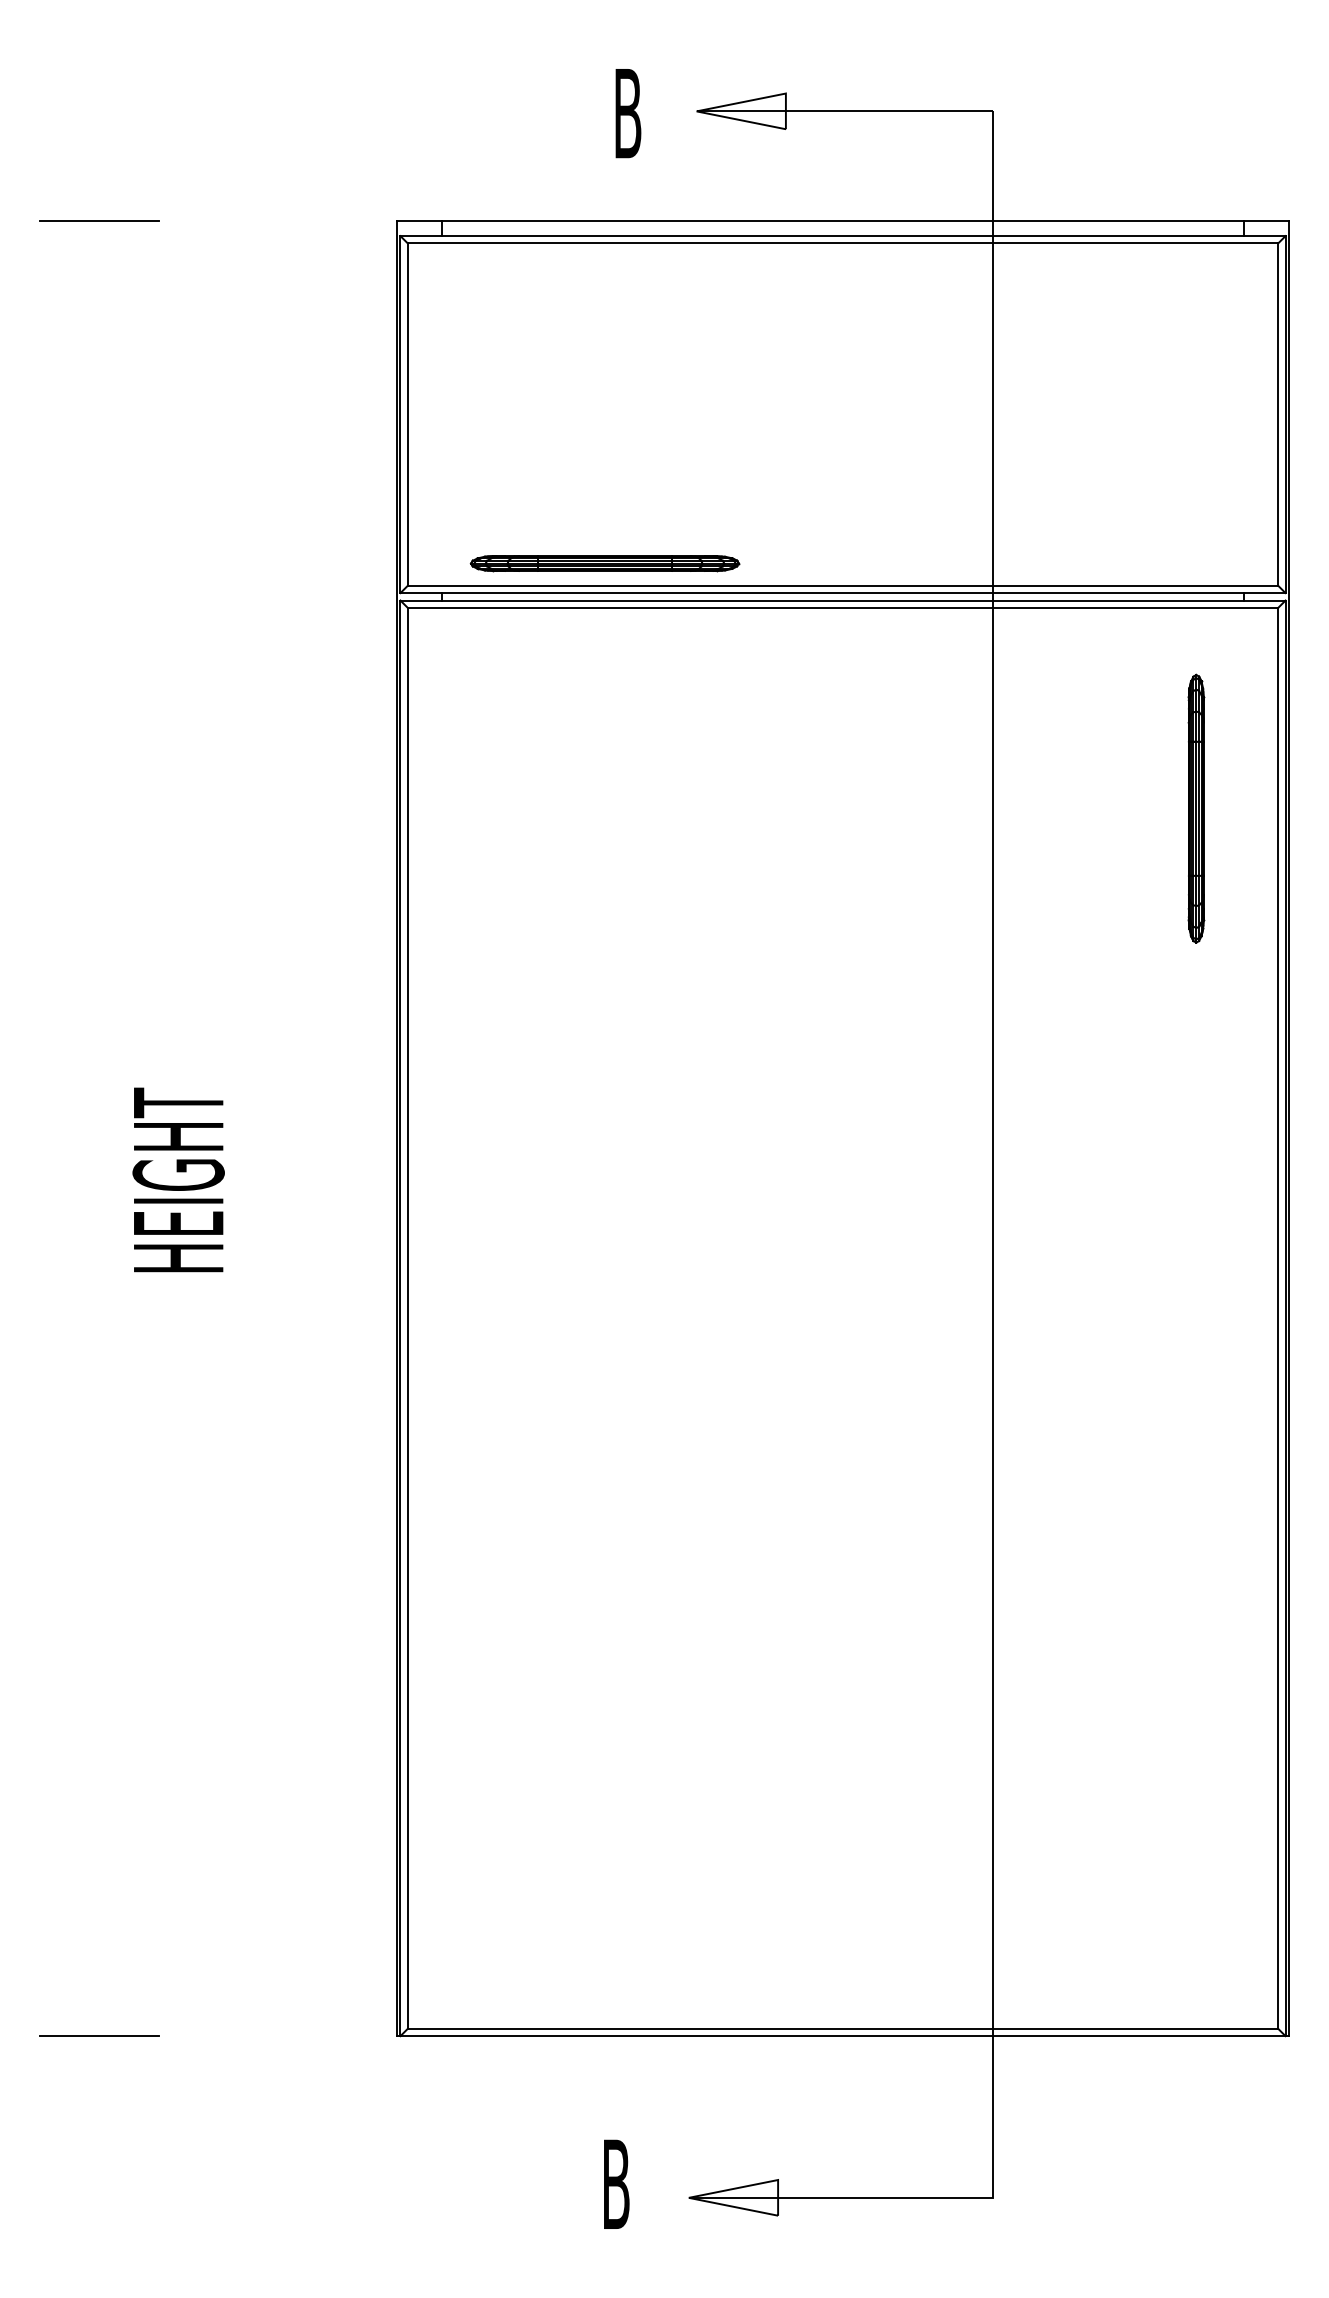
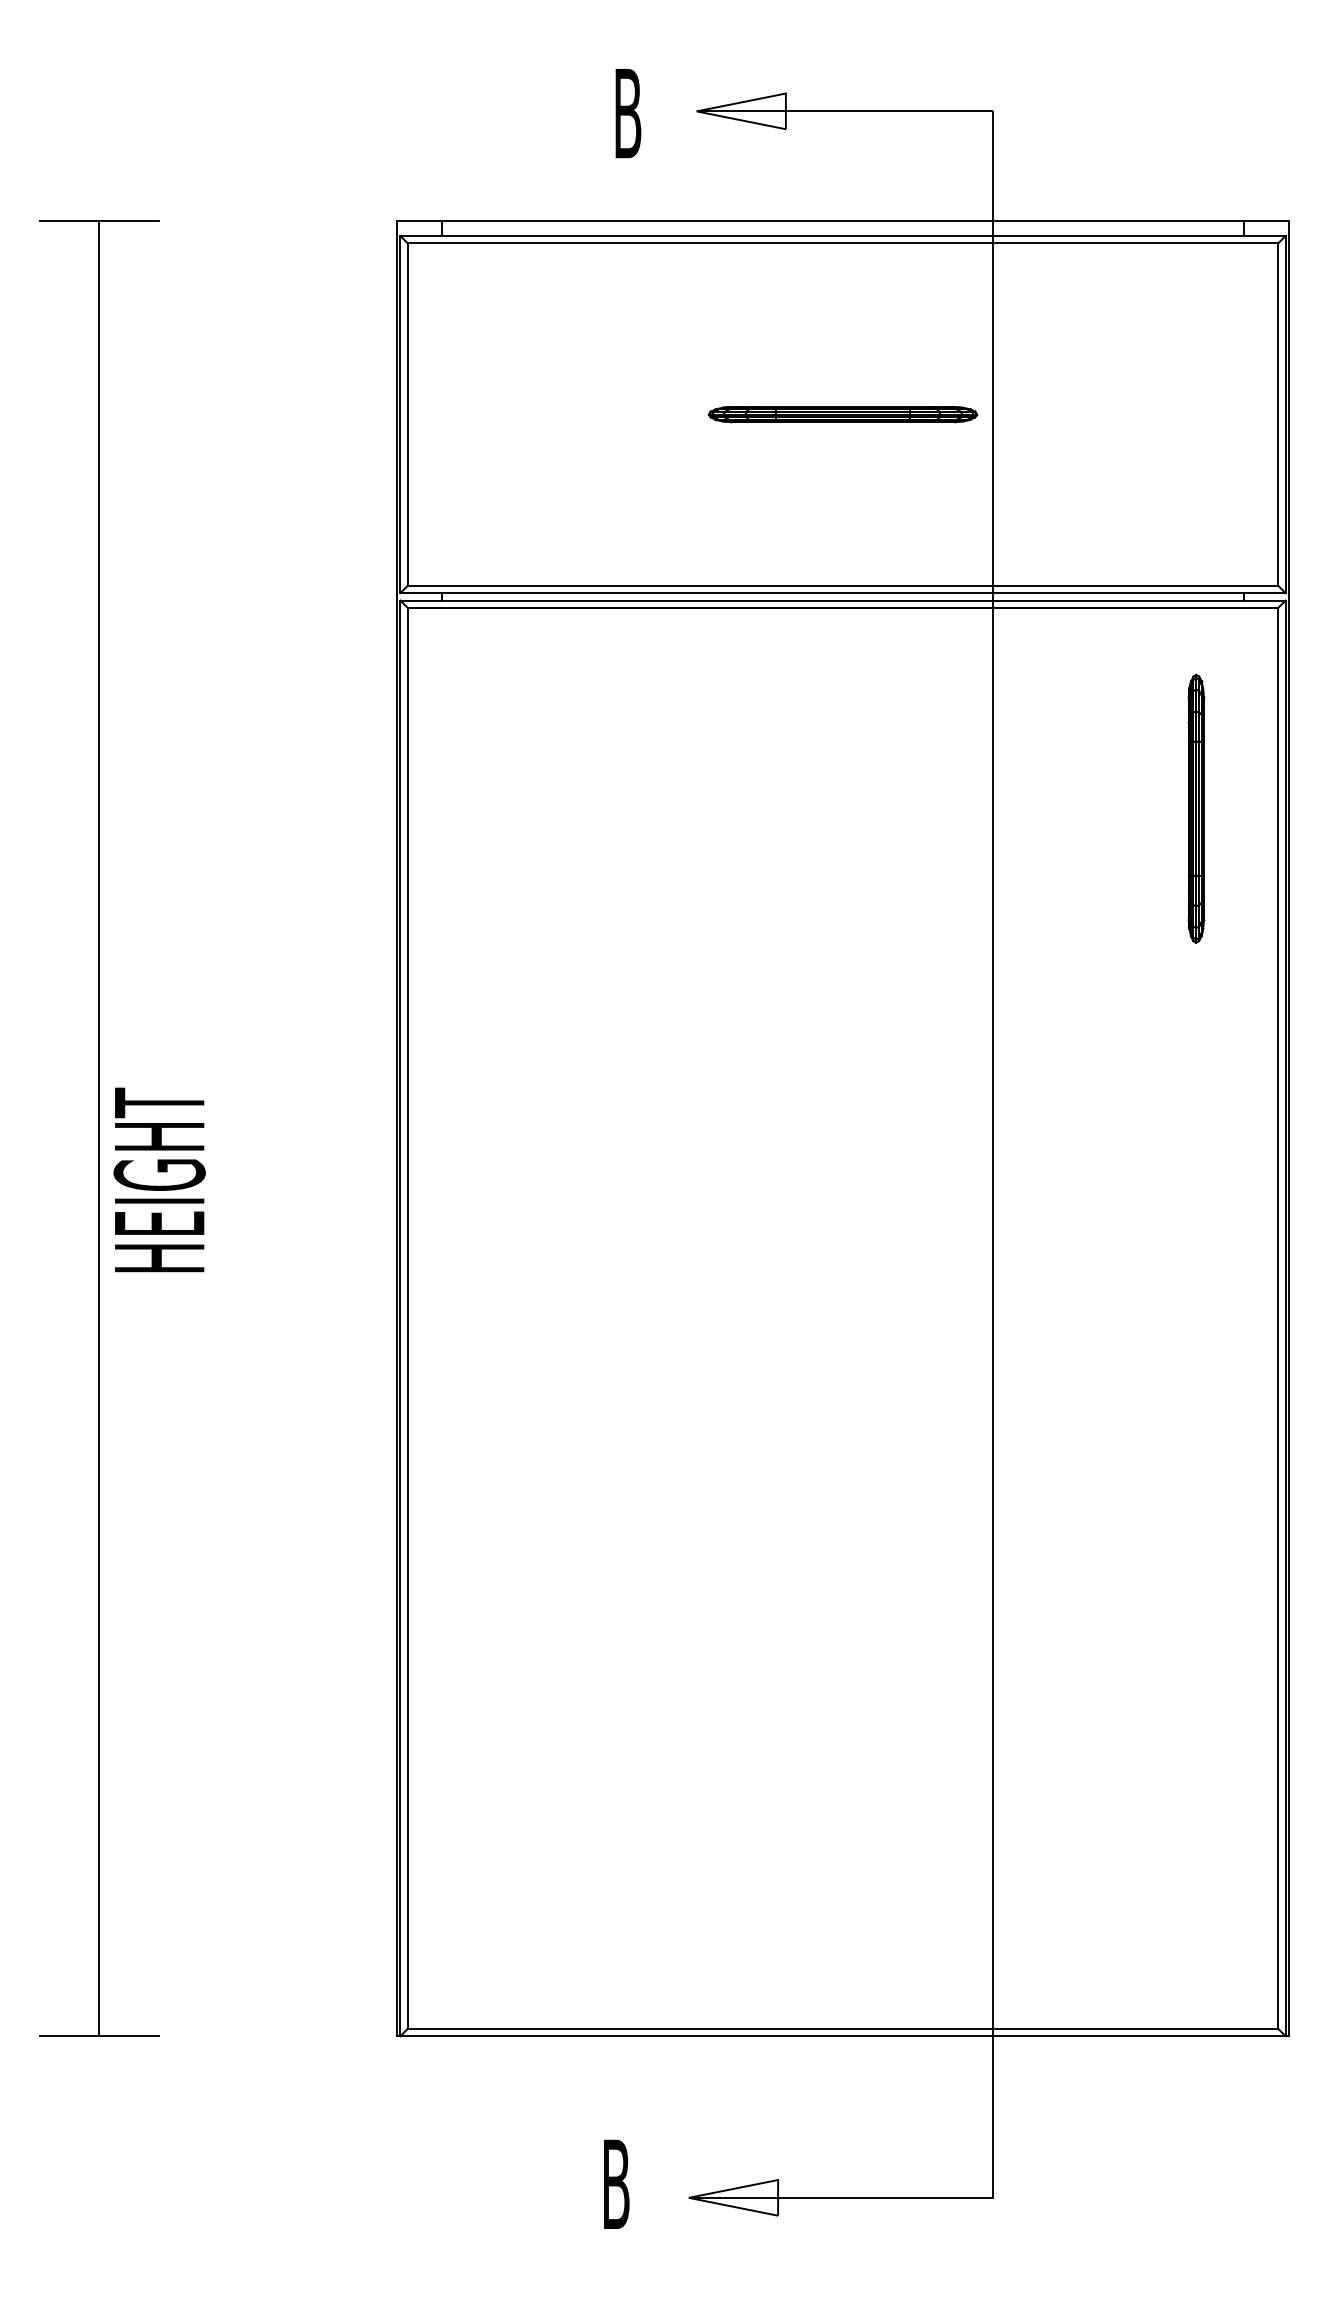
part at (604, 563) position: (604, 563) -> (842, 414)
line at (99, 1128): none -> present
text at (178, 1179) position: (178, 1179) -> (159, 1179)
